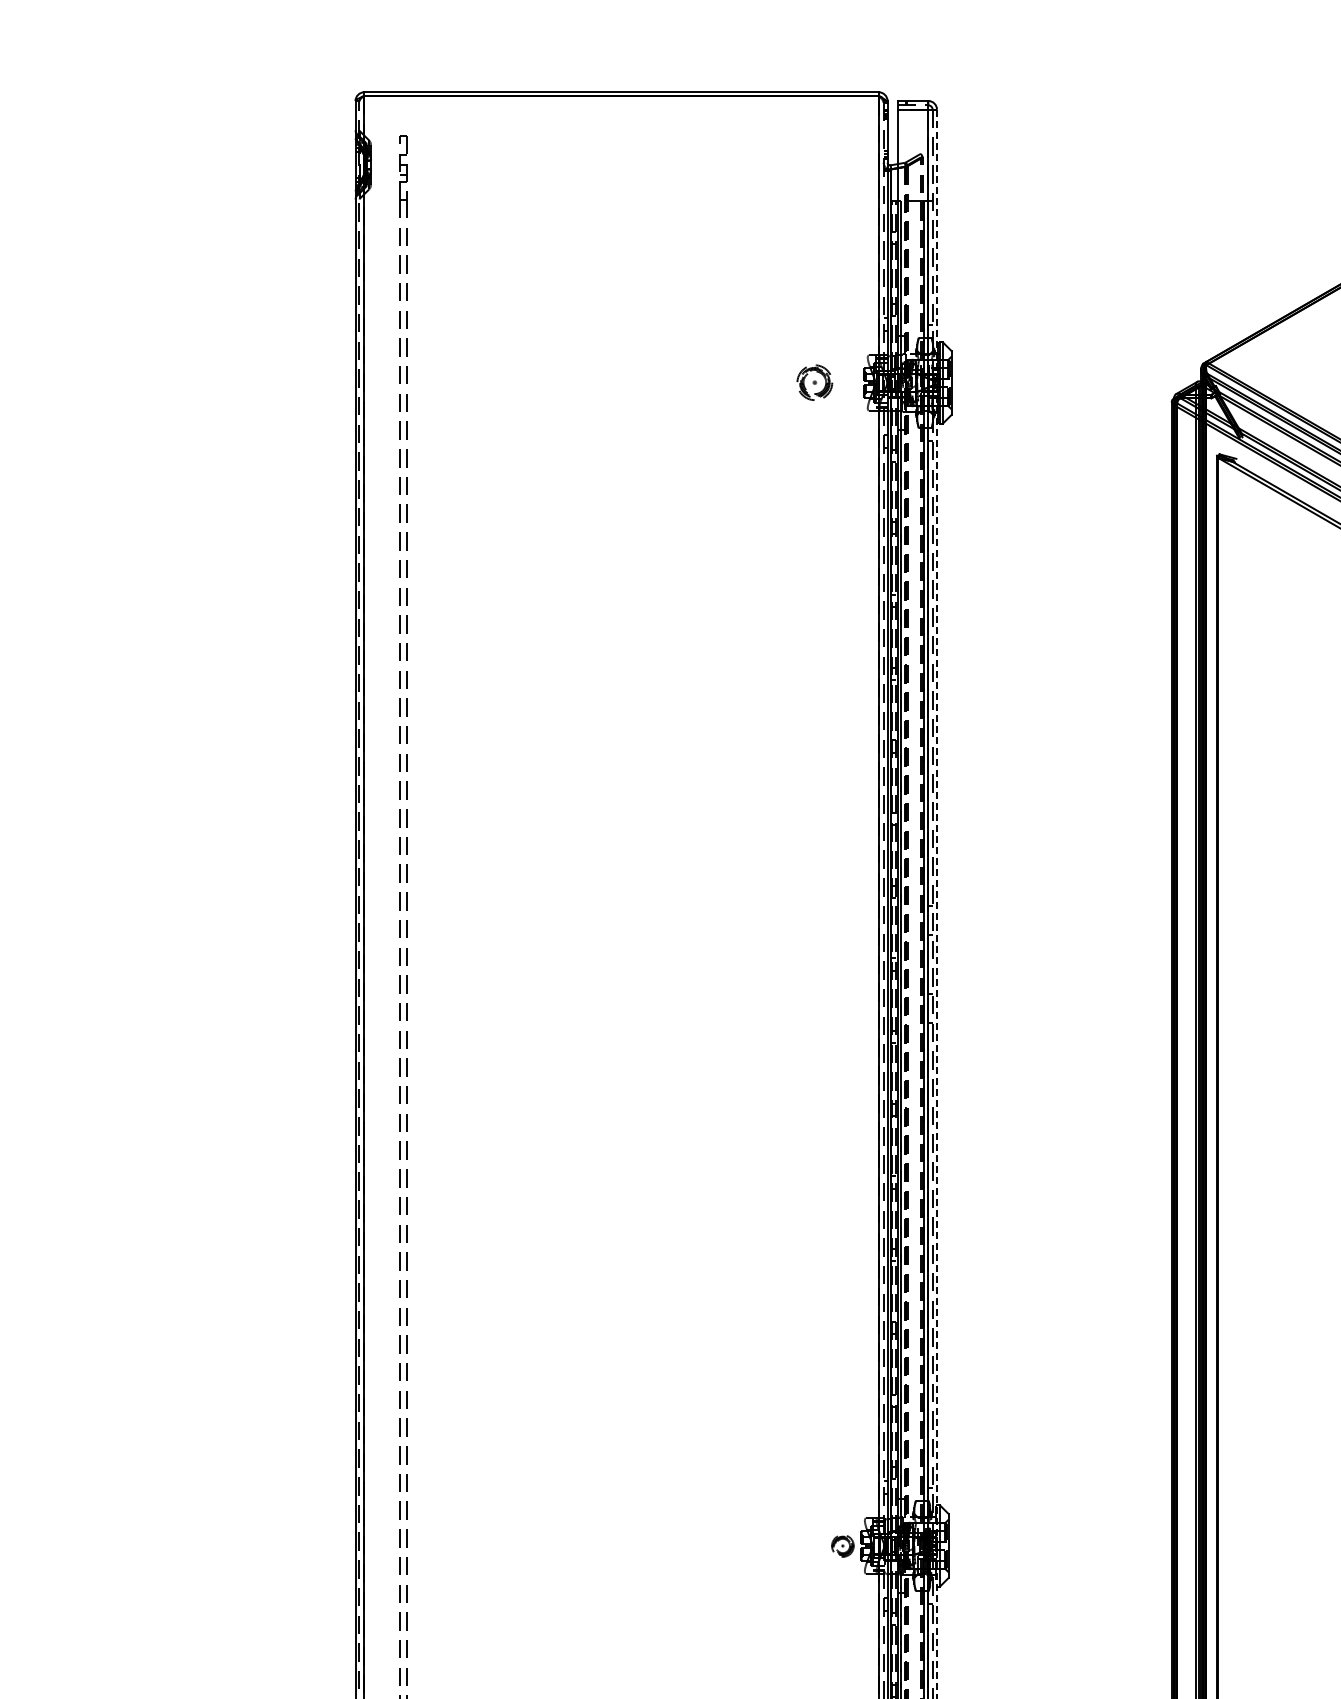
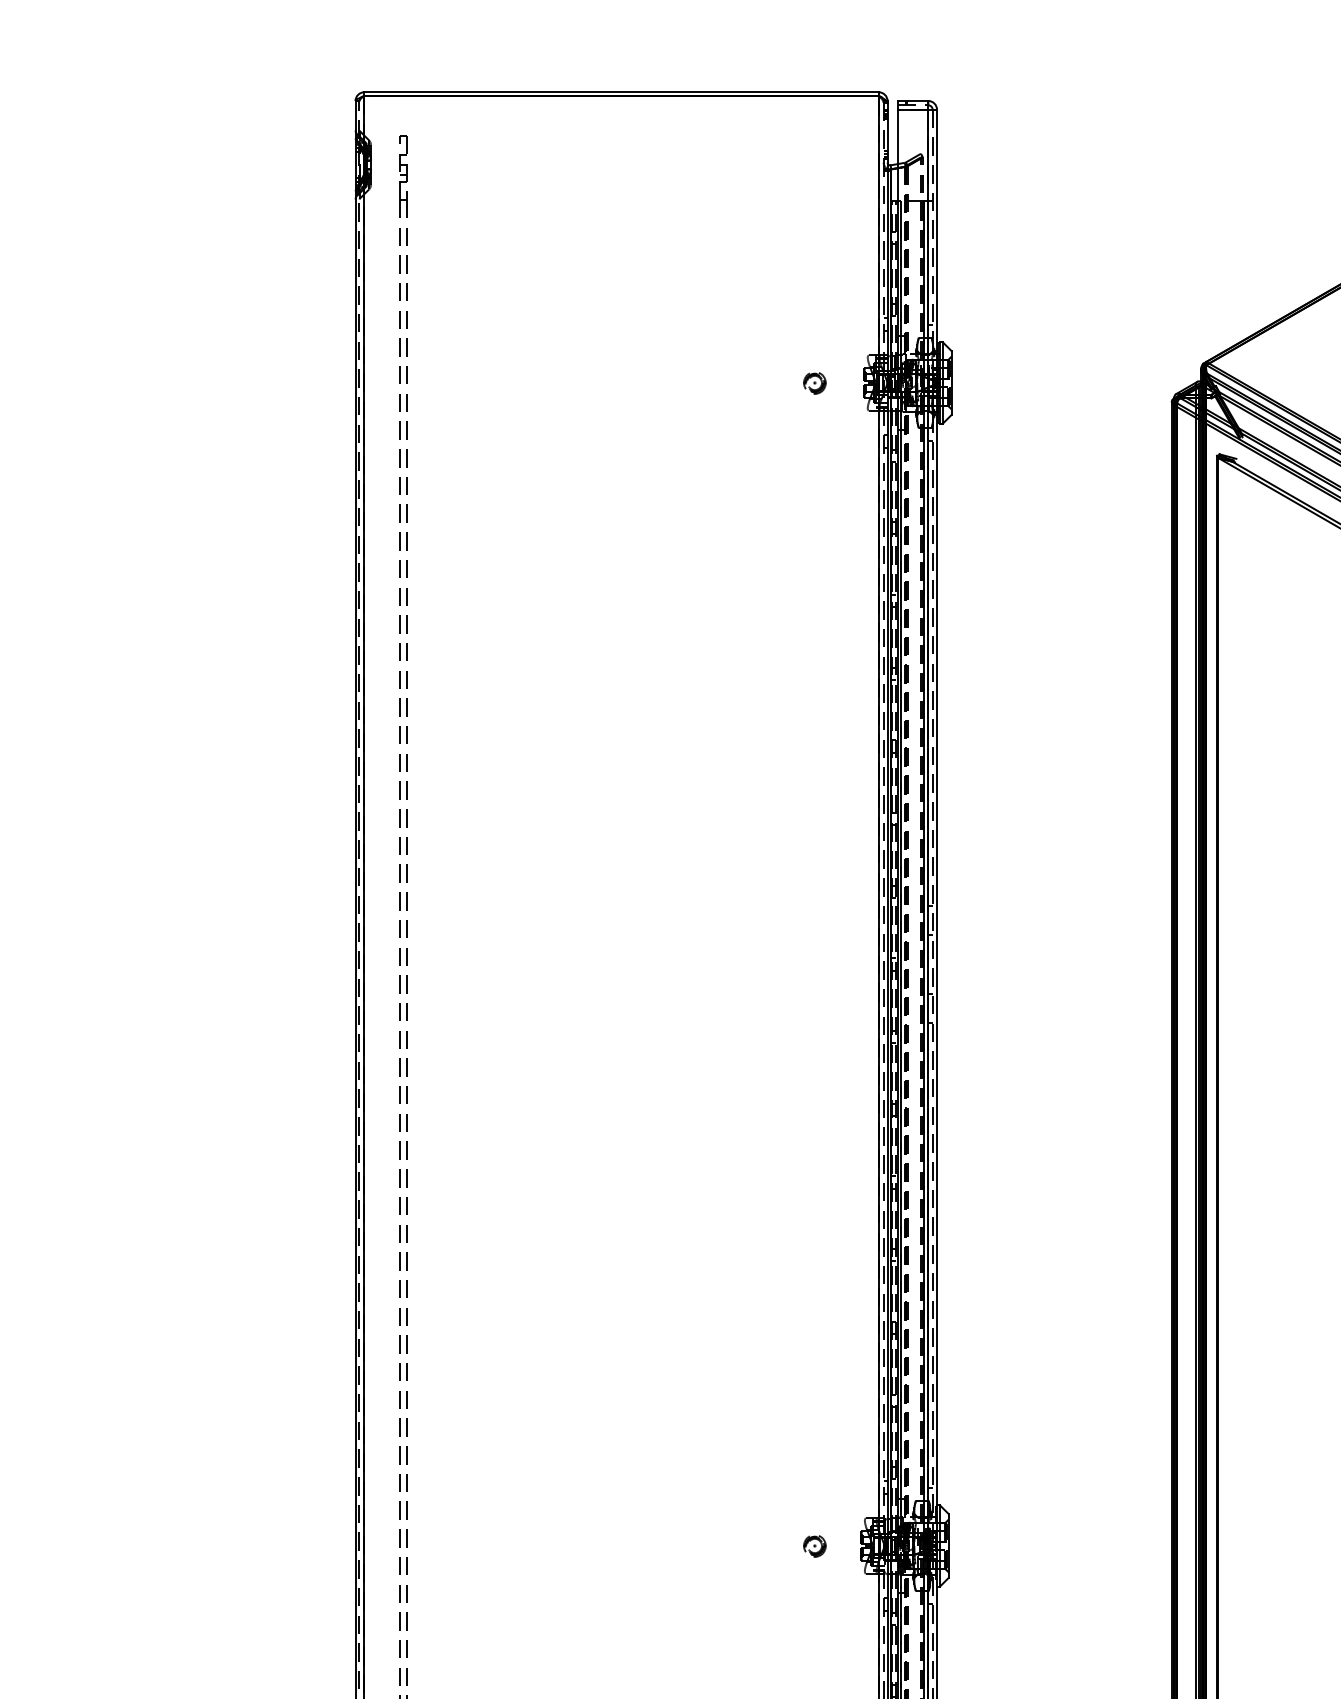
part at (814, 382) size: 38x37 px -> 24x23 px
line at (937, 904): dashed -> solid
part at (842, 1546) position: (842, 1546) -> (814, 1546)
